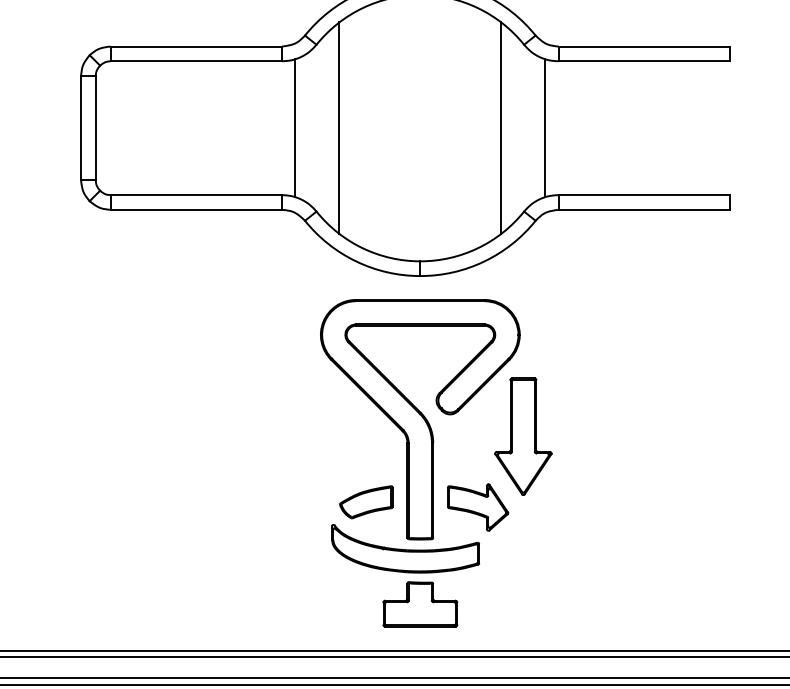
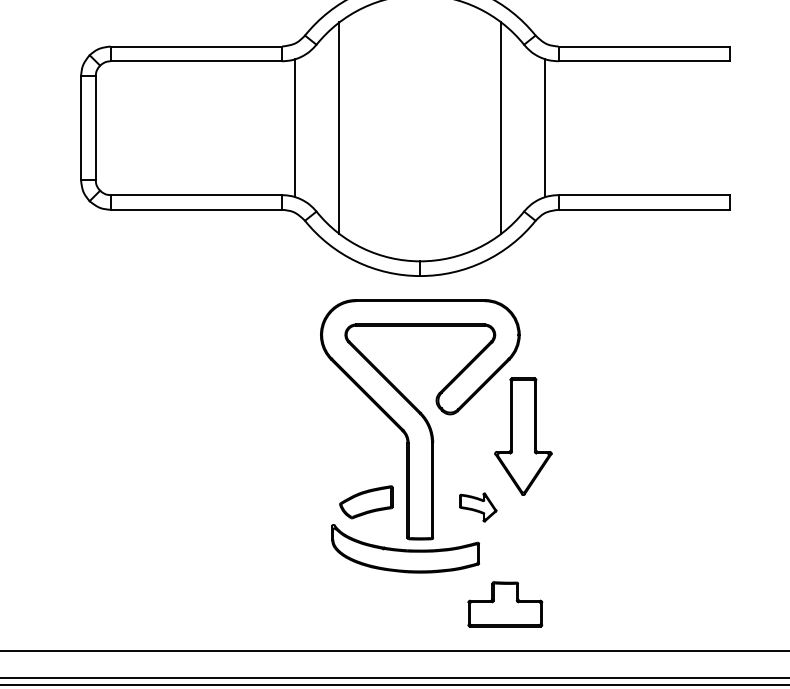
part at (478, 507) size: 63x49 px -> 39x31 px
part at (420, 604) position: (420, 604) -> (505, 604)
line at (394, 656): present -> none
